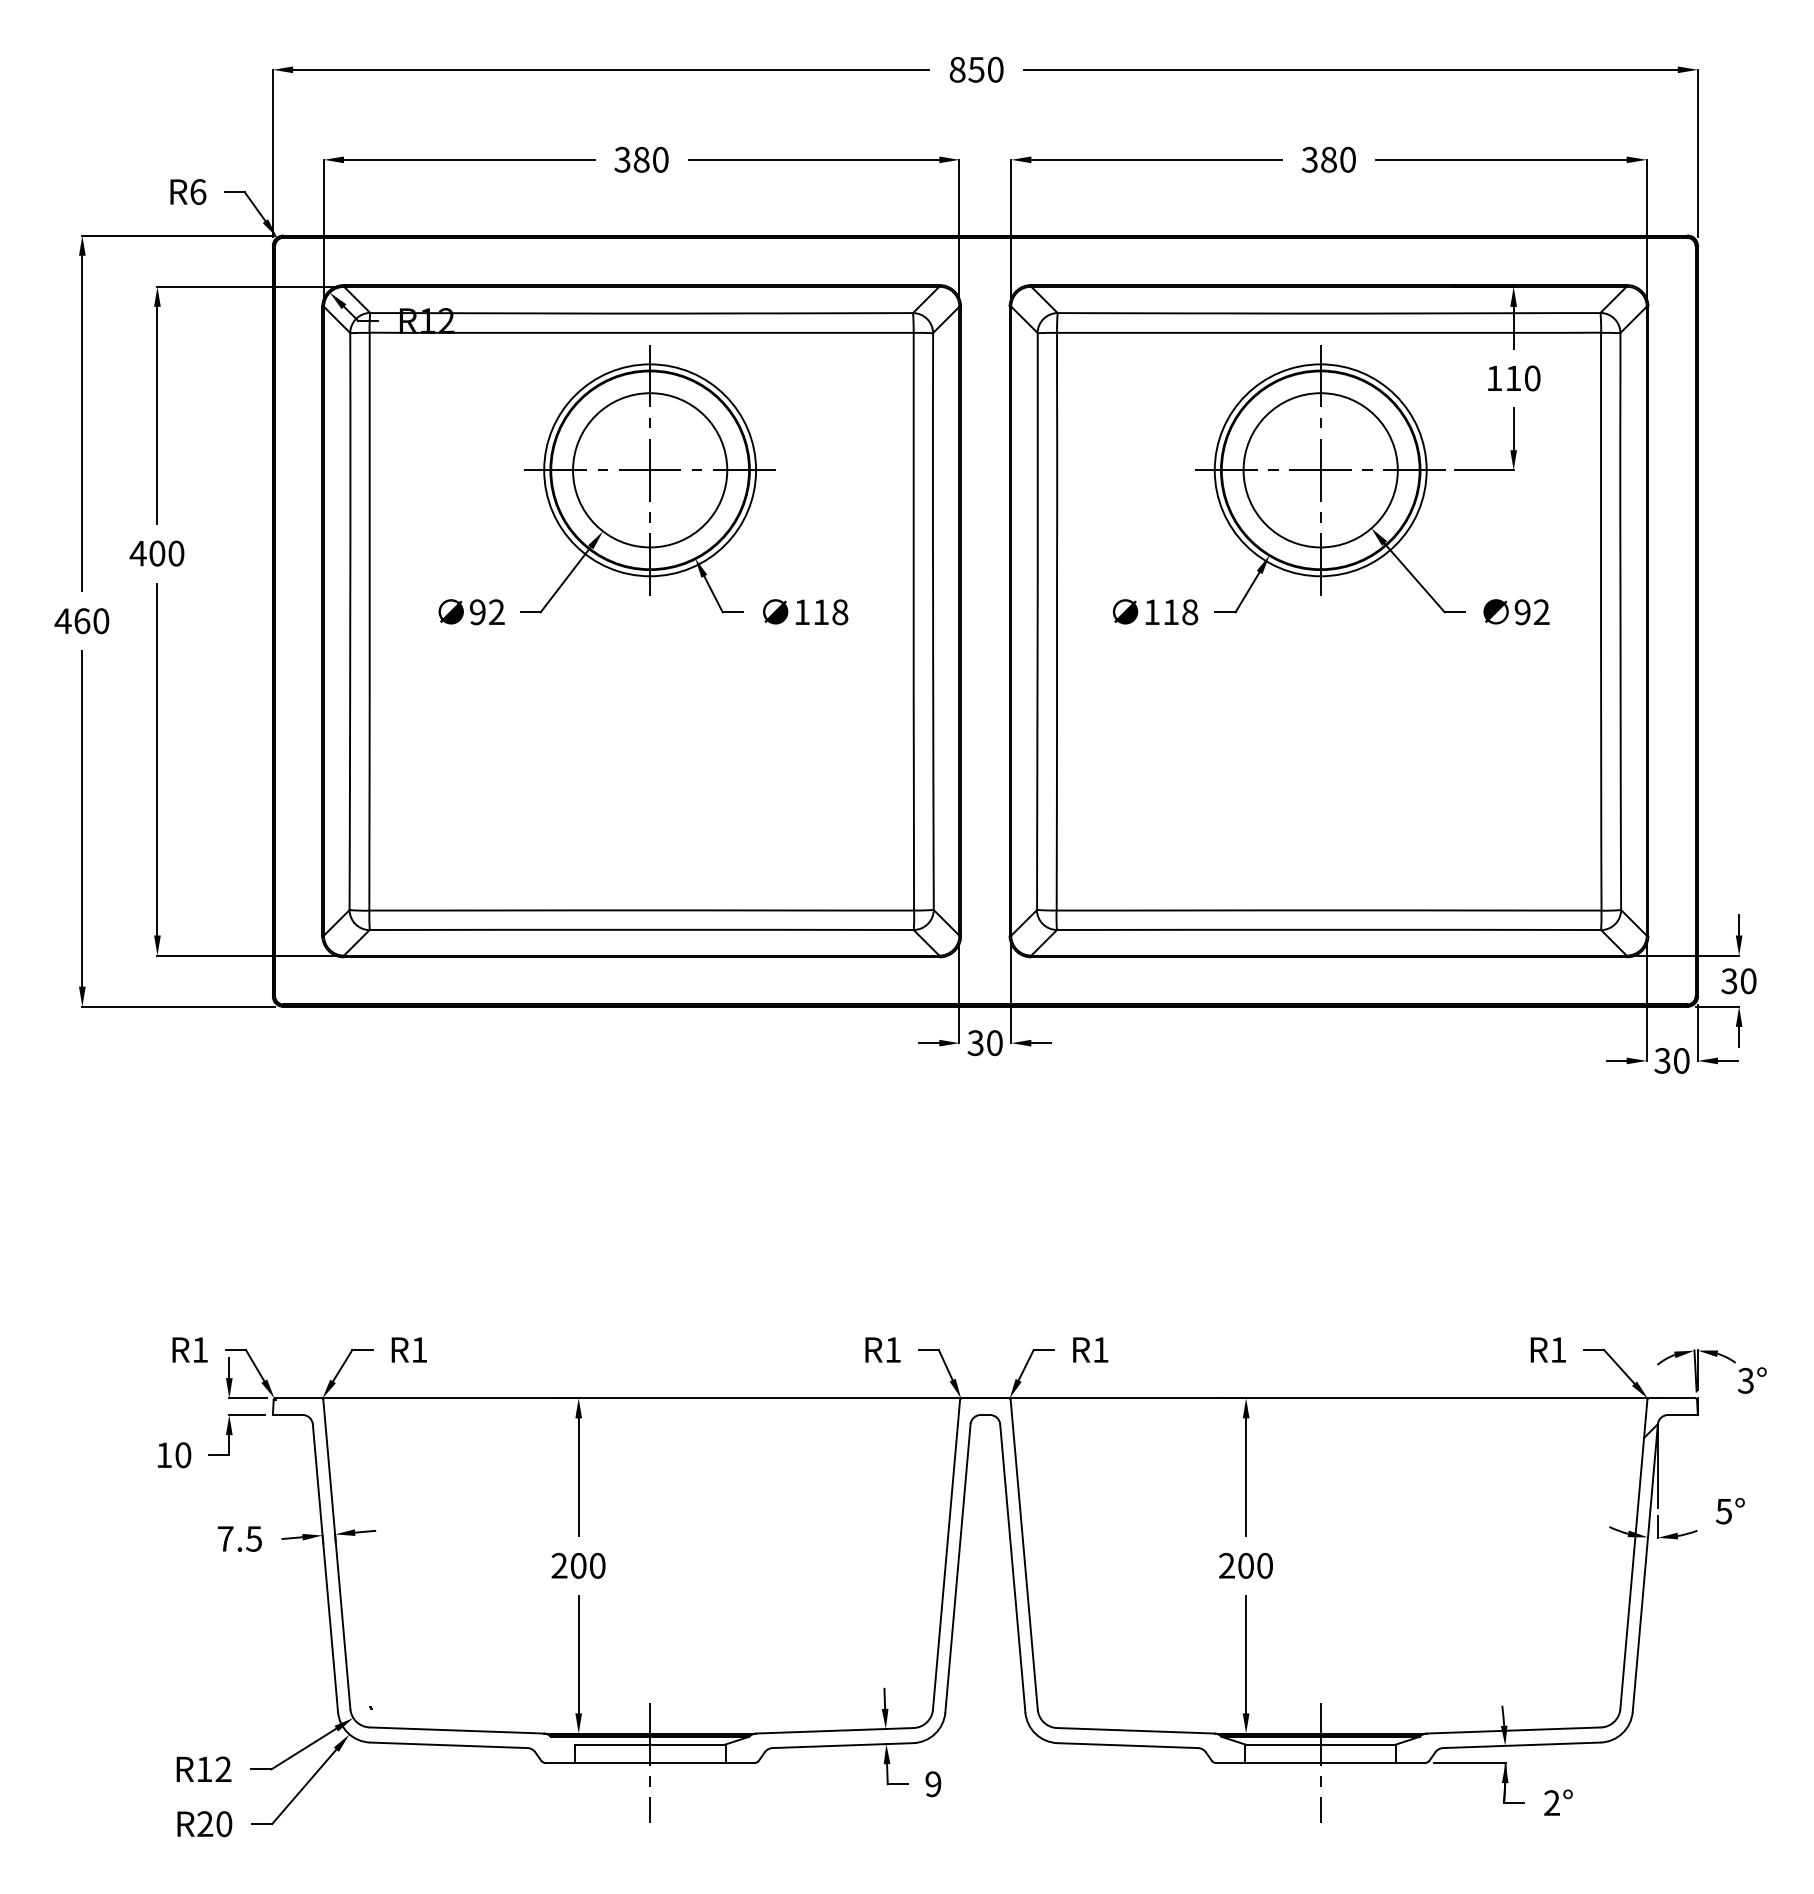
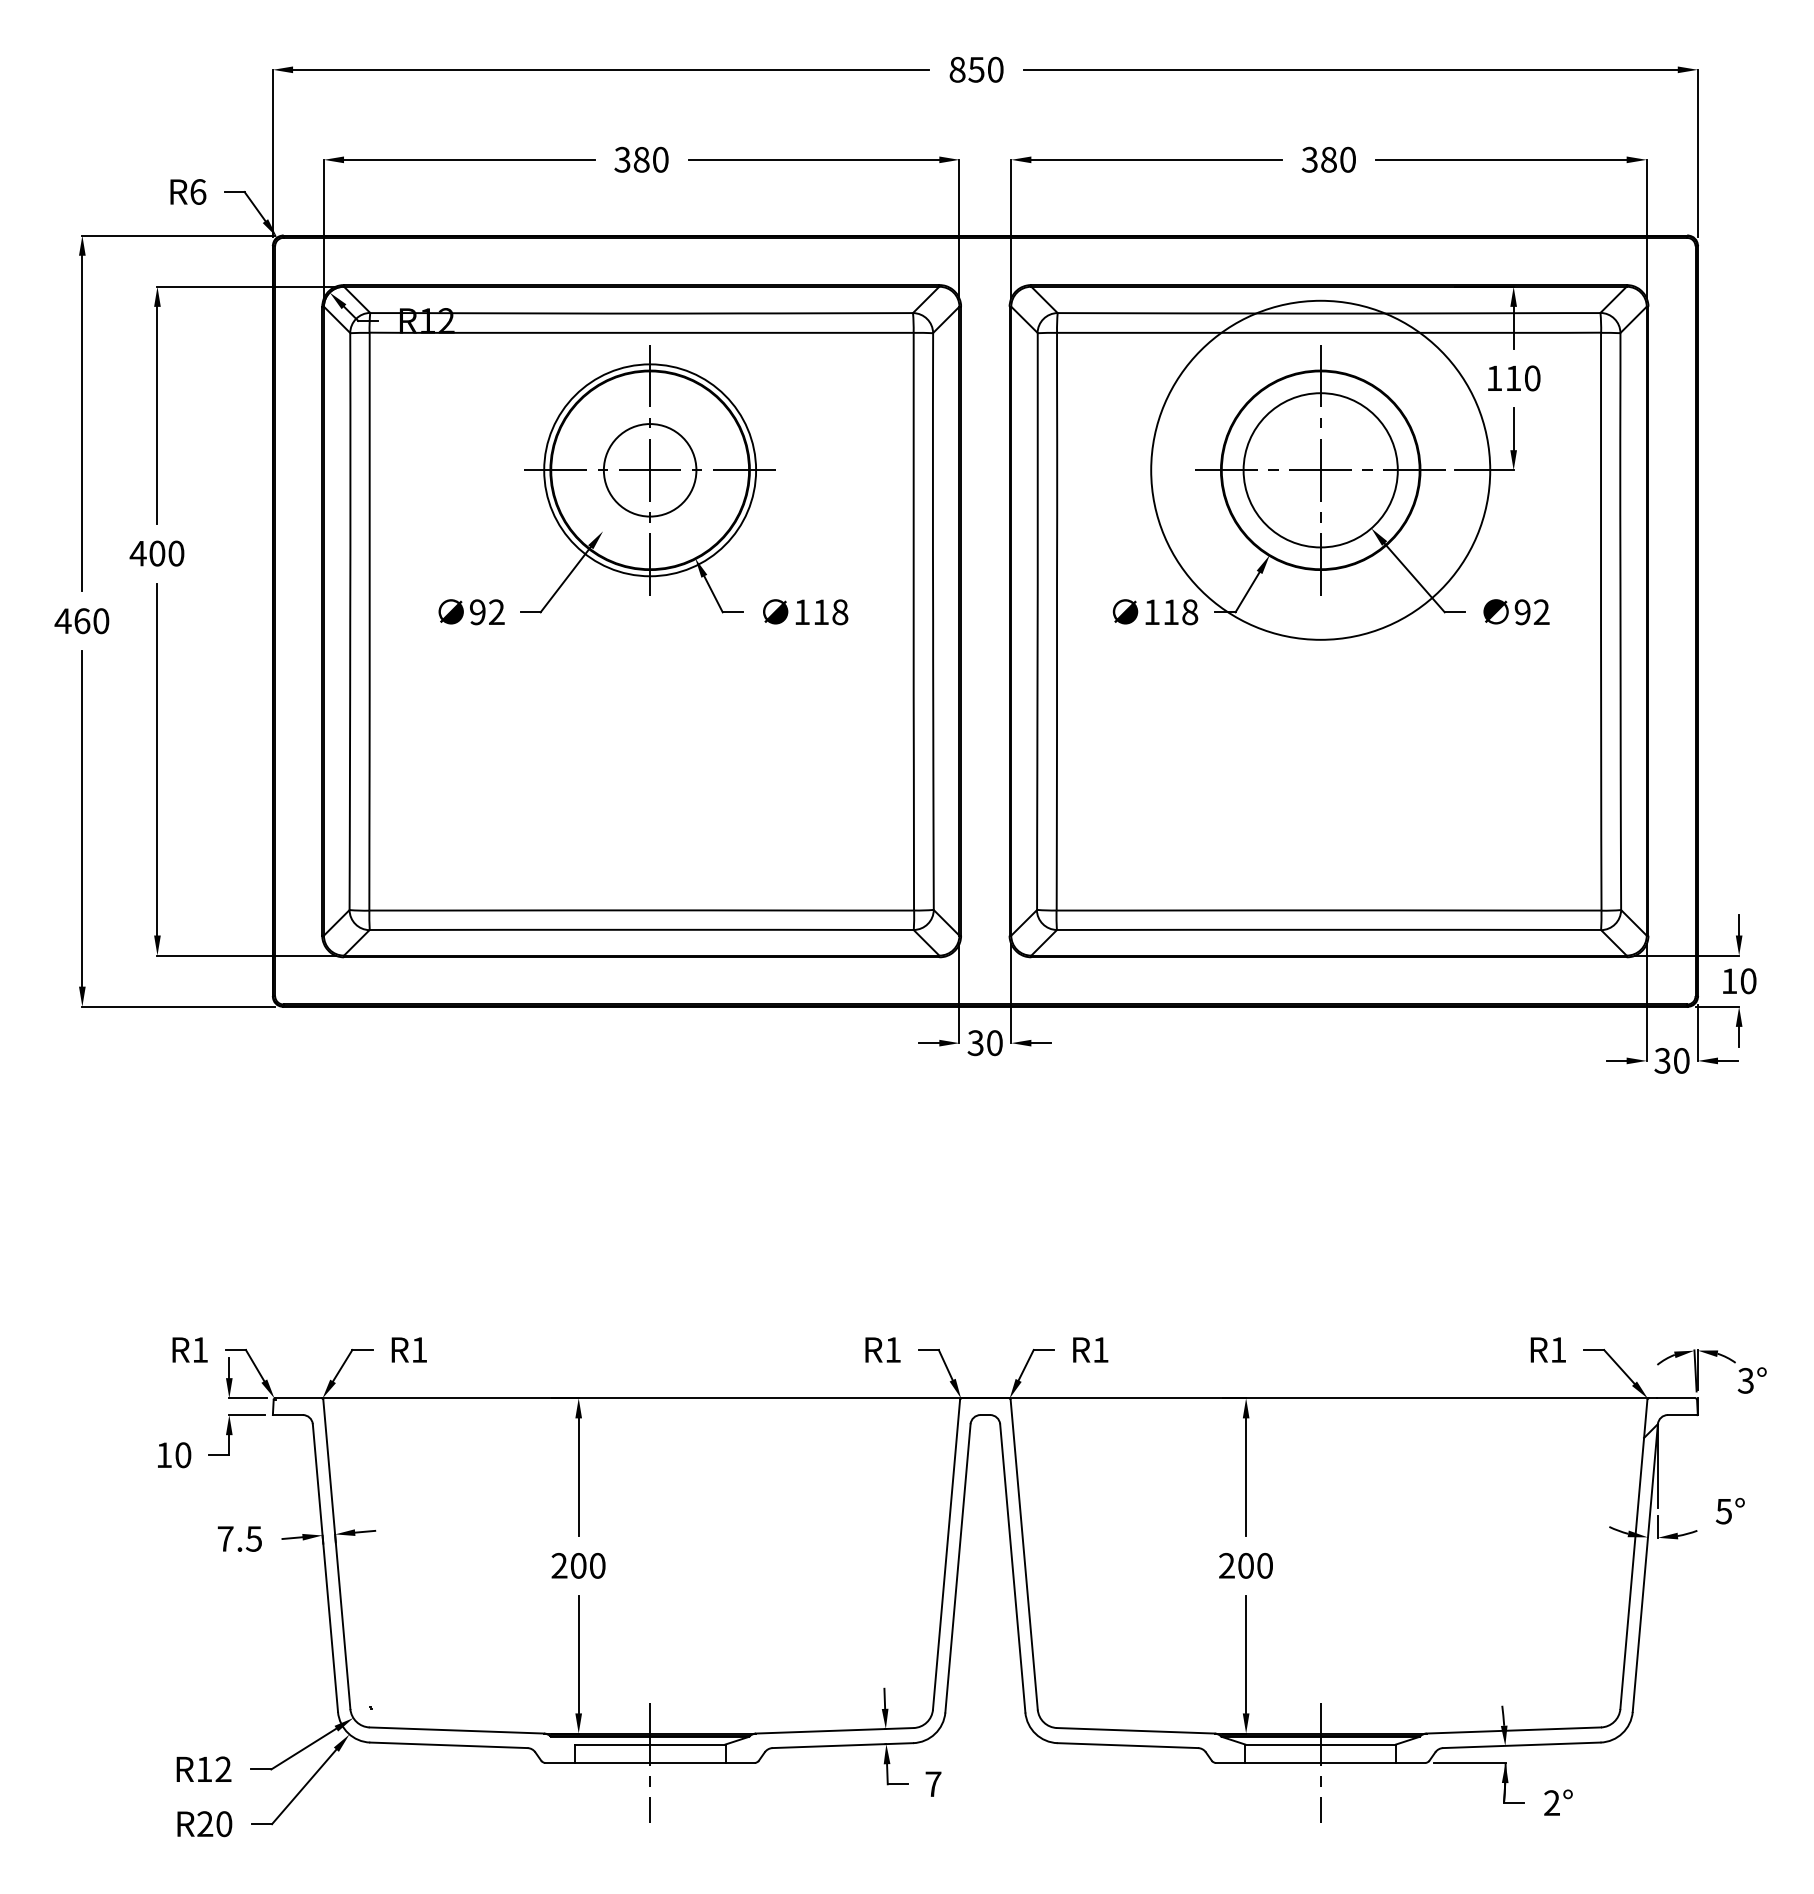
circle at (650, 470) diameter: 154 px -> 93 px
circle at (1320, 470) diameter: 212 px -> 339 px
text at (1729, 981): 30 -> 10
text at (933, 1784): 9 -> 7
